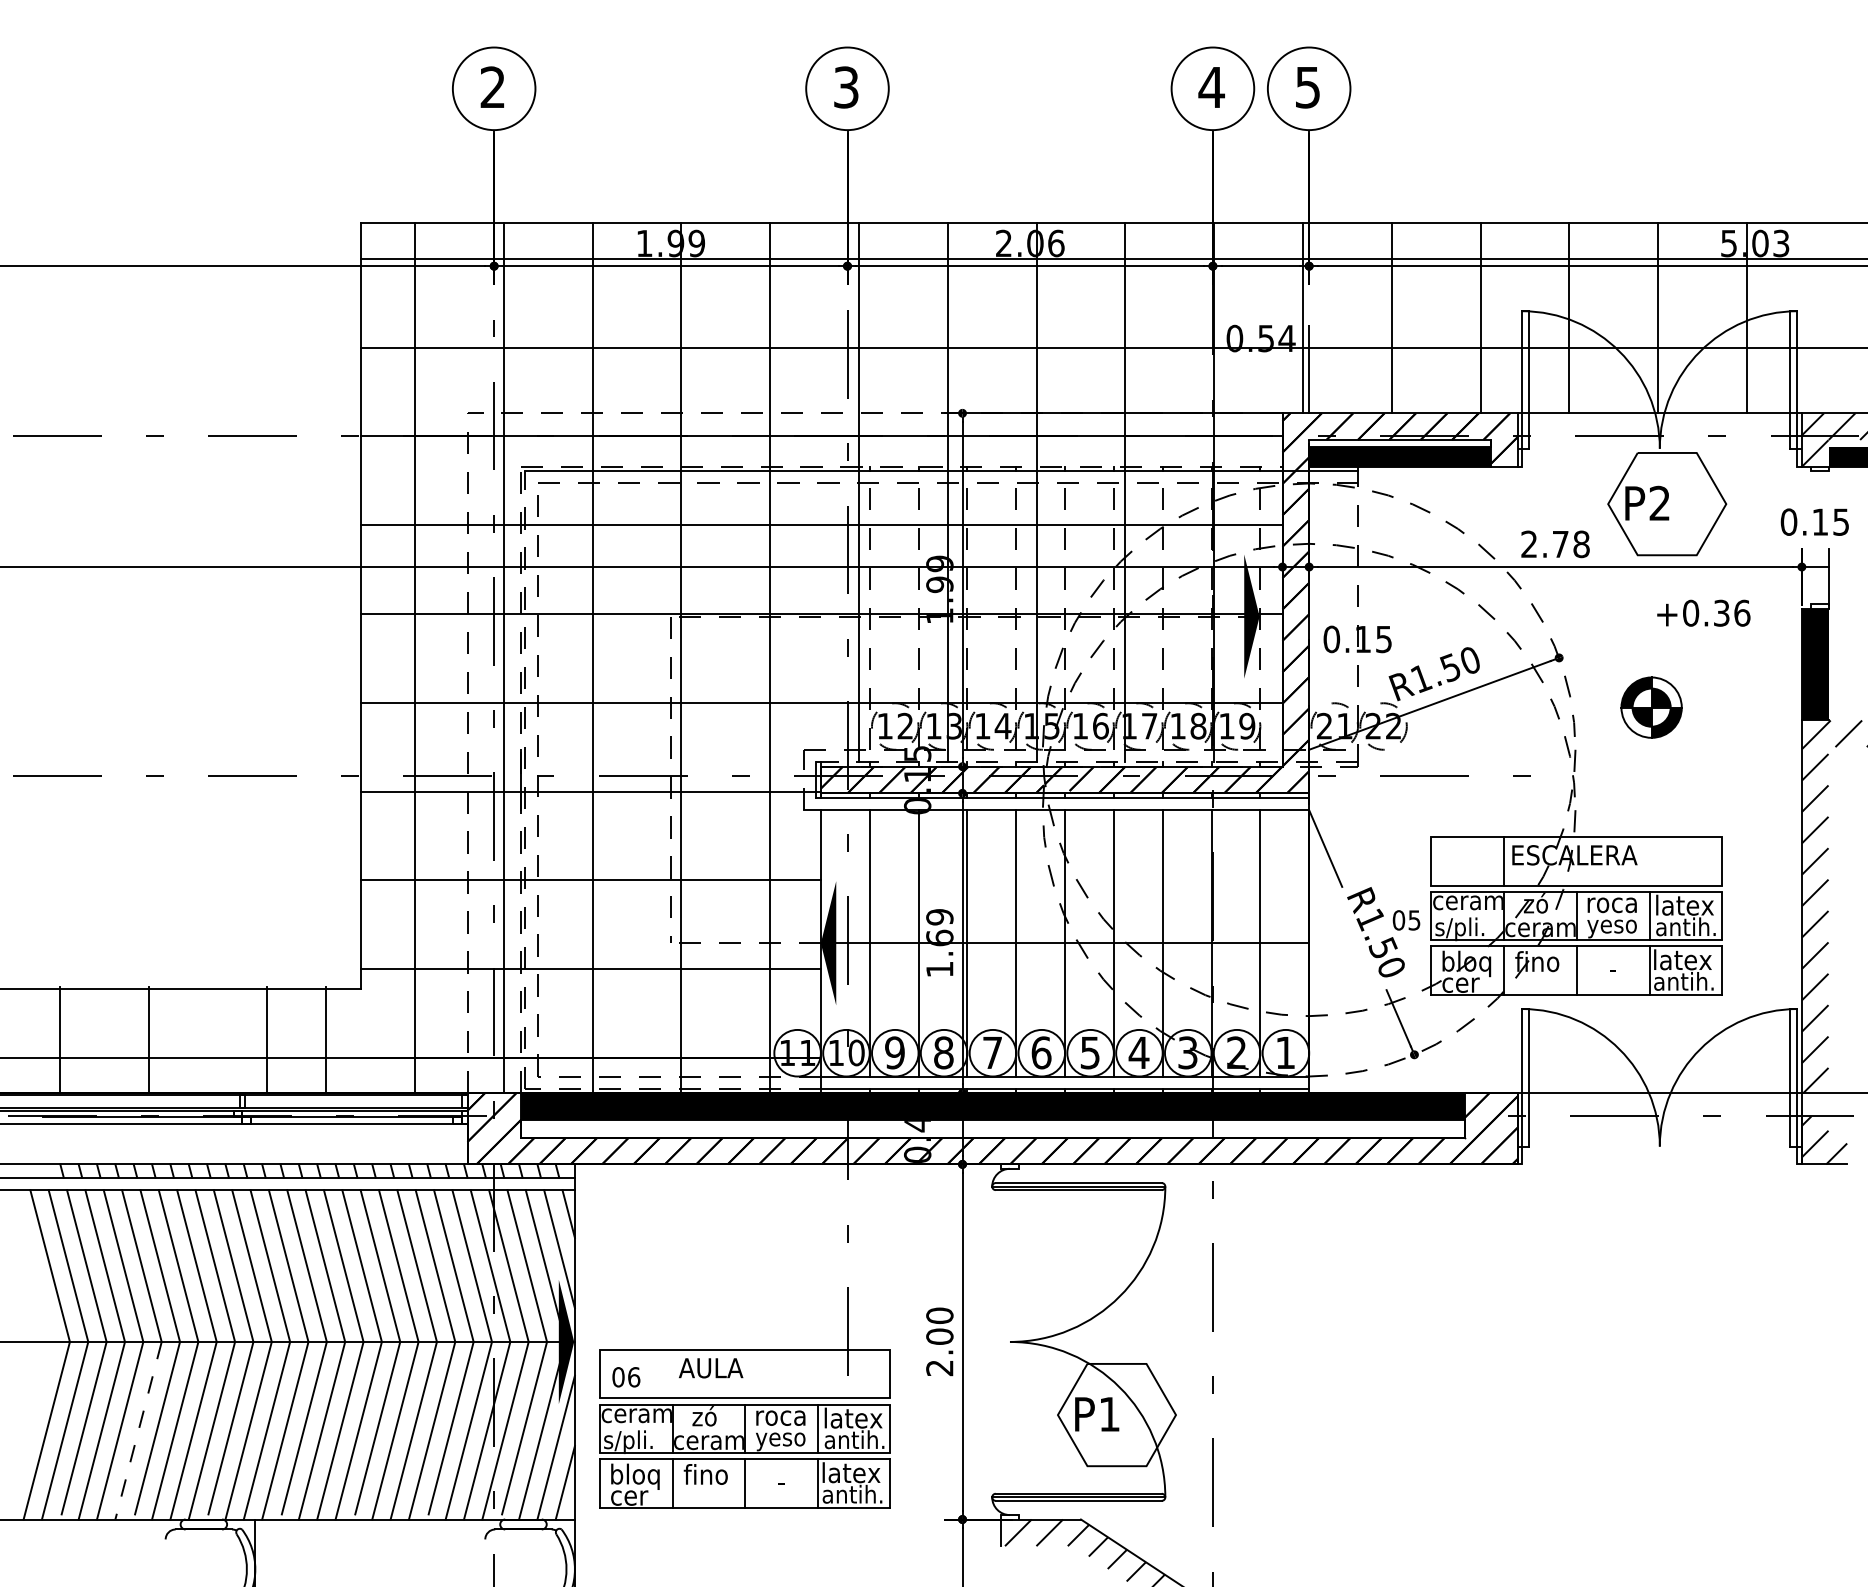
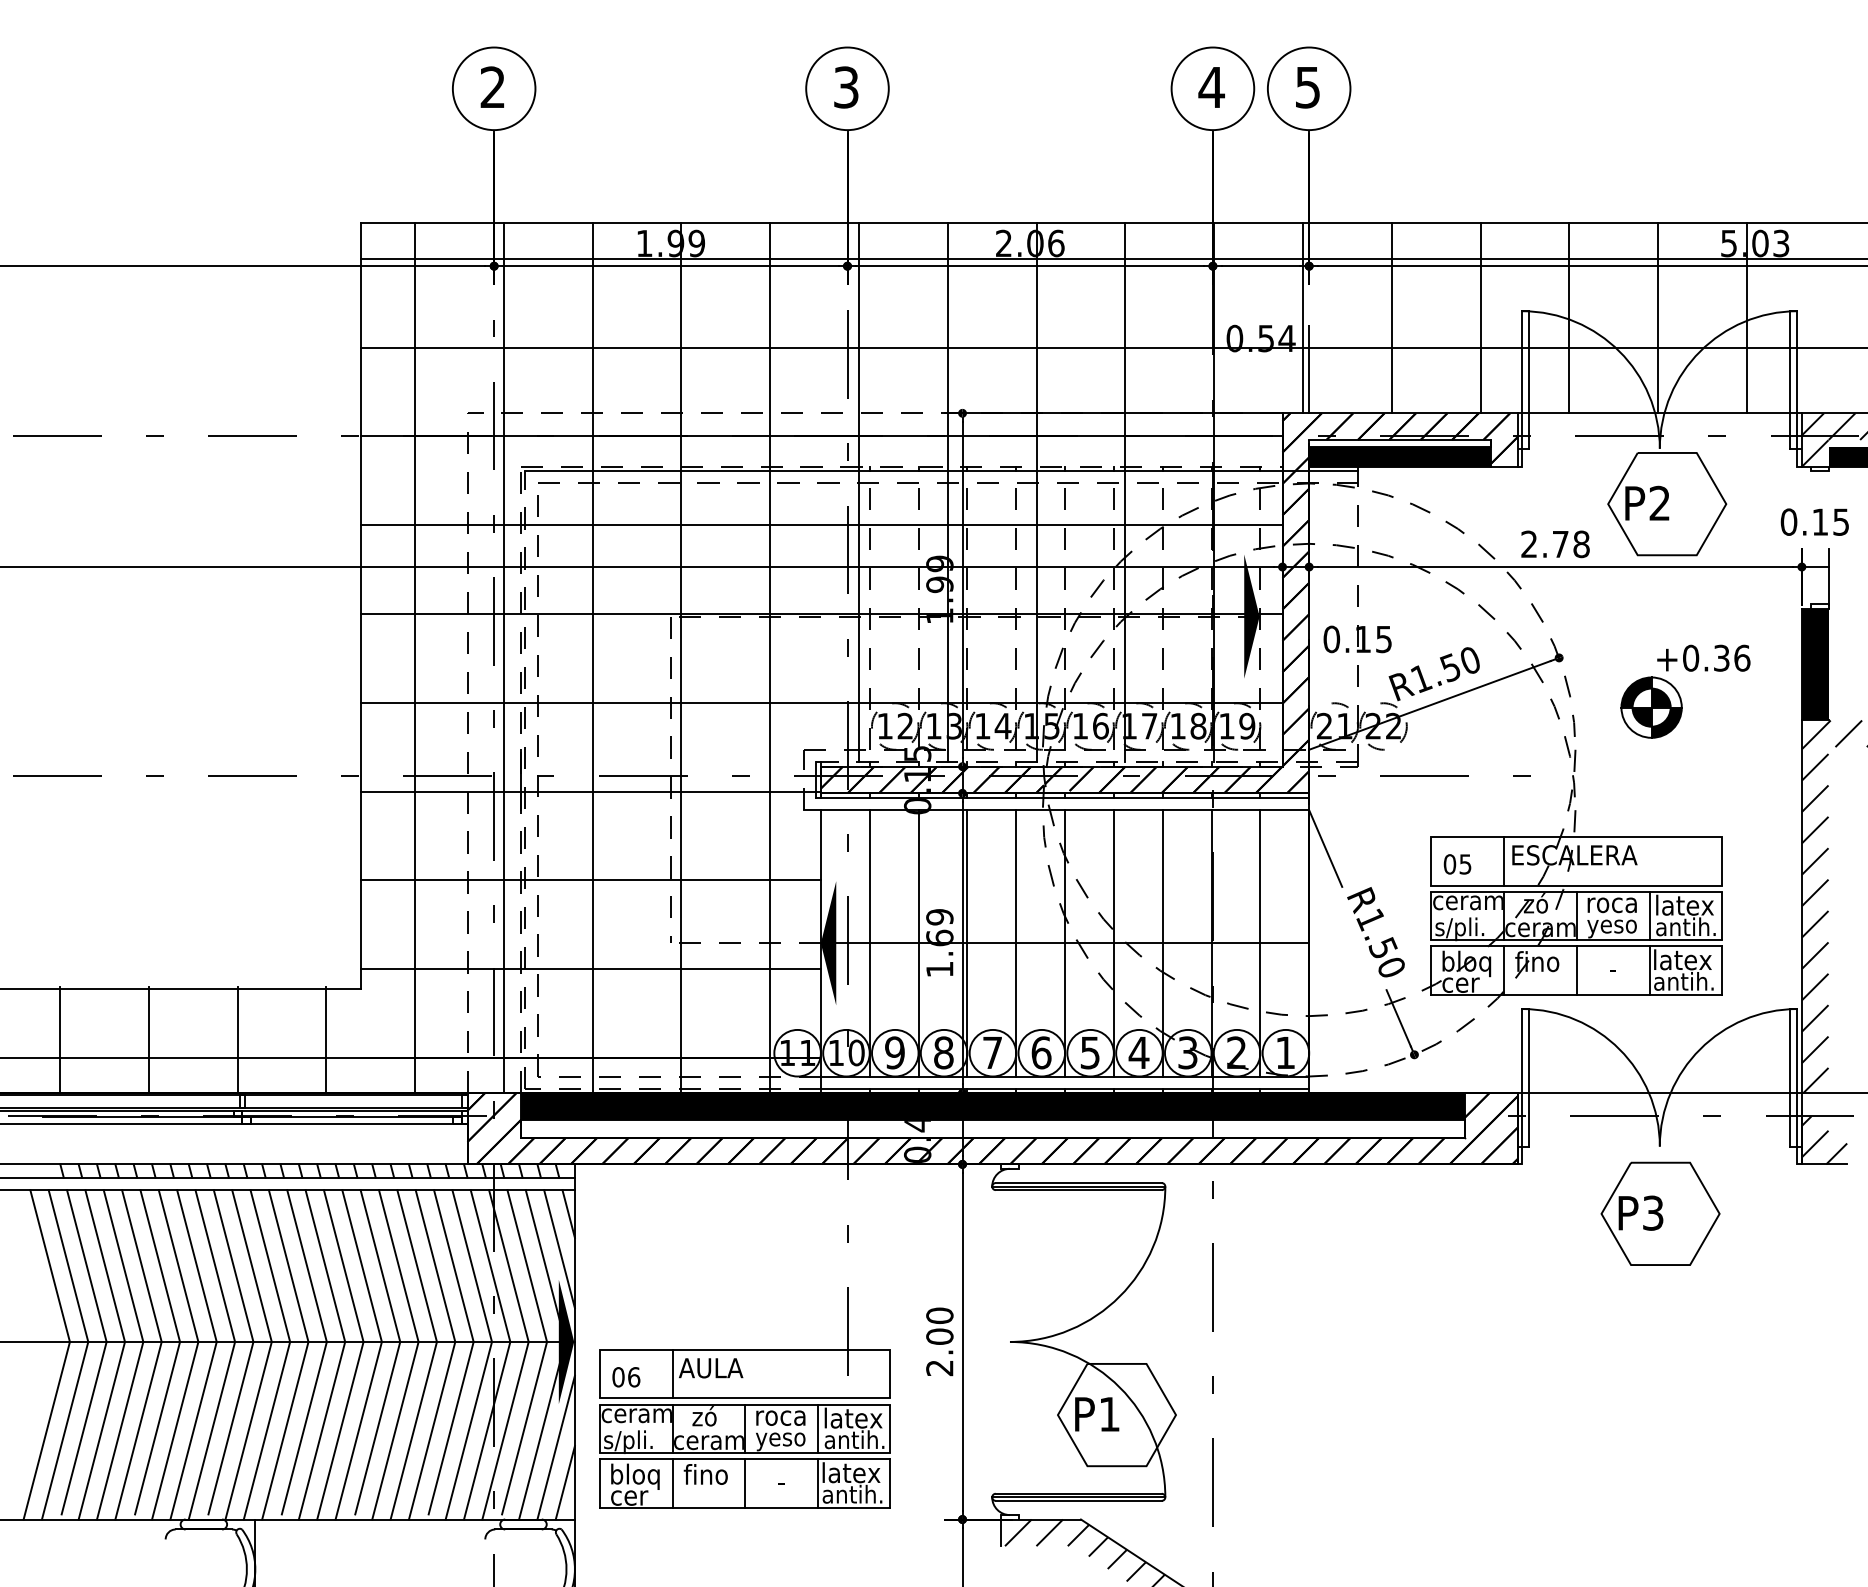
text at (1703, 612) position: (1703, 612) -> (1703, 657)
text at (1406, 920) position: (1406, 920) -> (1457, 864)
line at (266, 1039) position: (266, 1039) -> (237, 1039)
part at (1660, 1213): none -> present
line at (672, 1373): none -> present
line at (138, 1430): dashed -> solid
